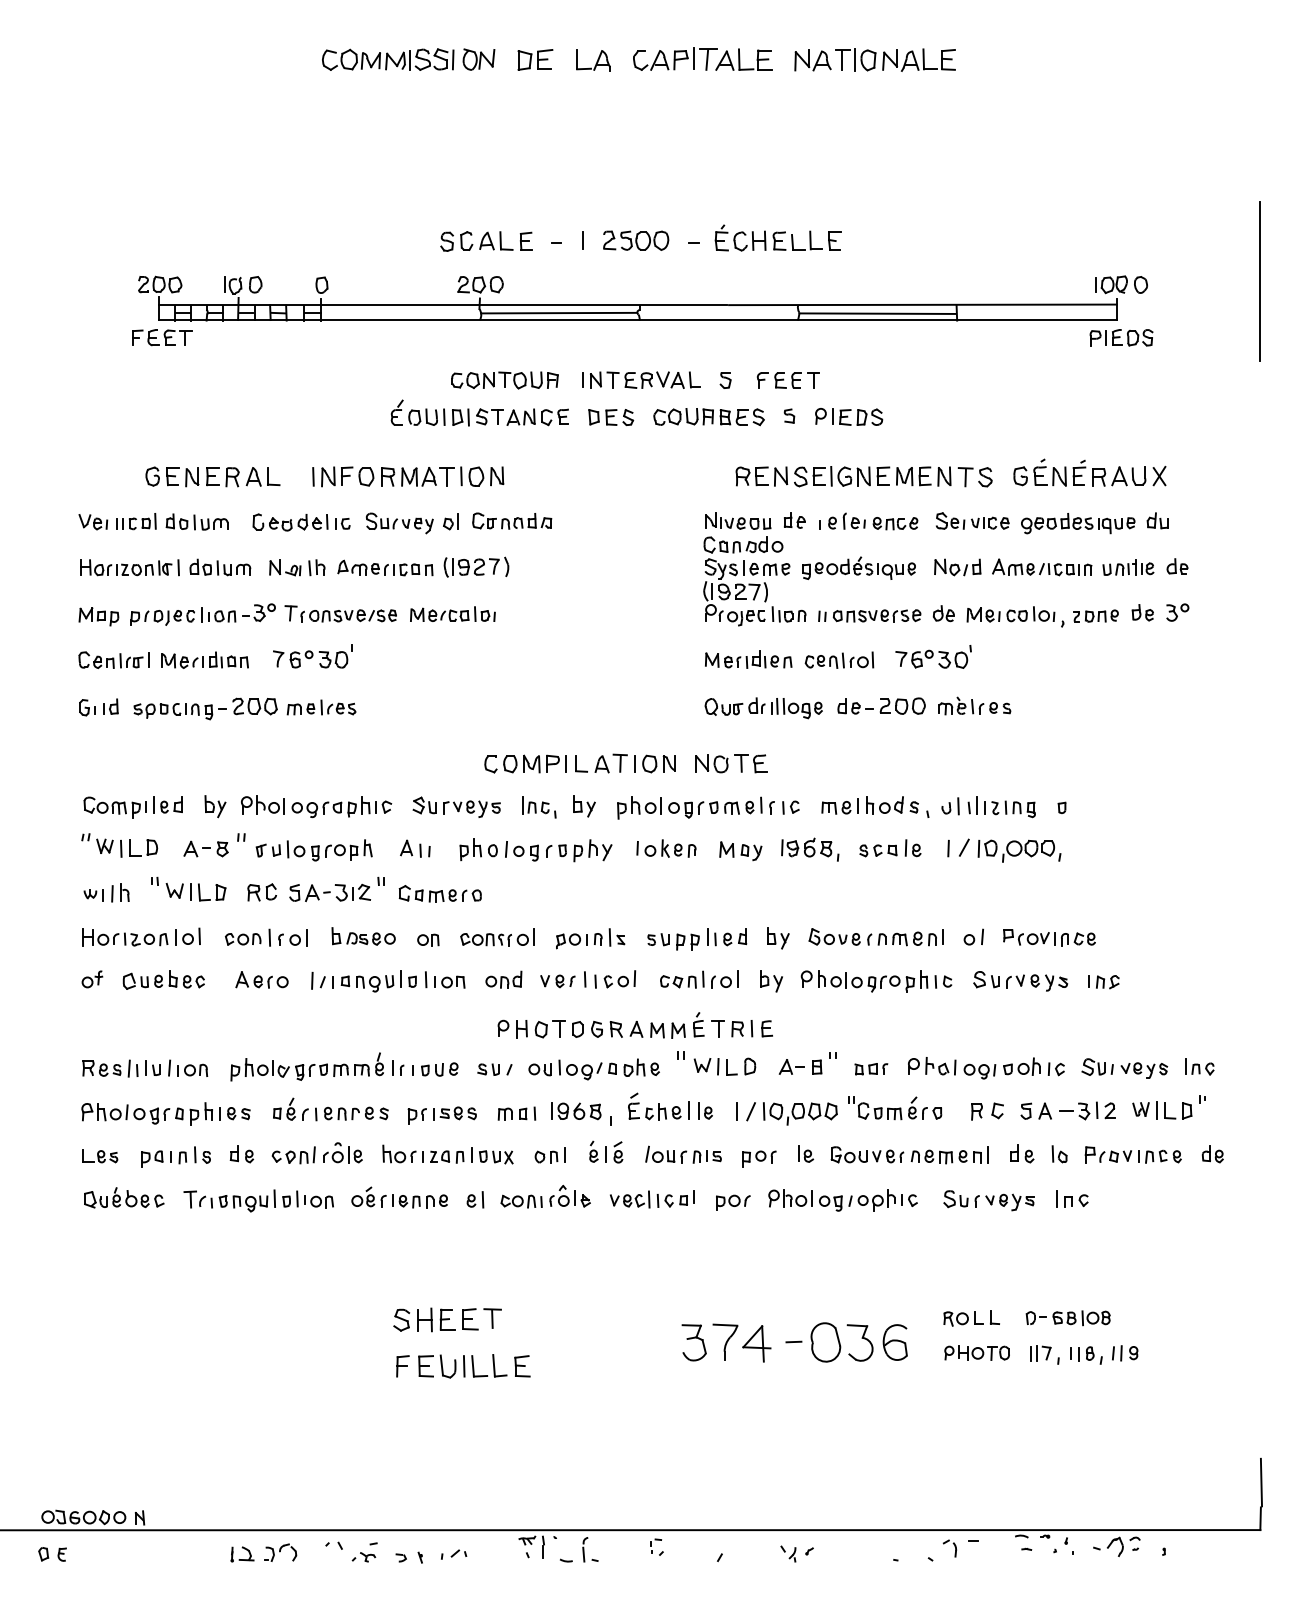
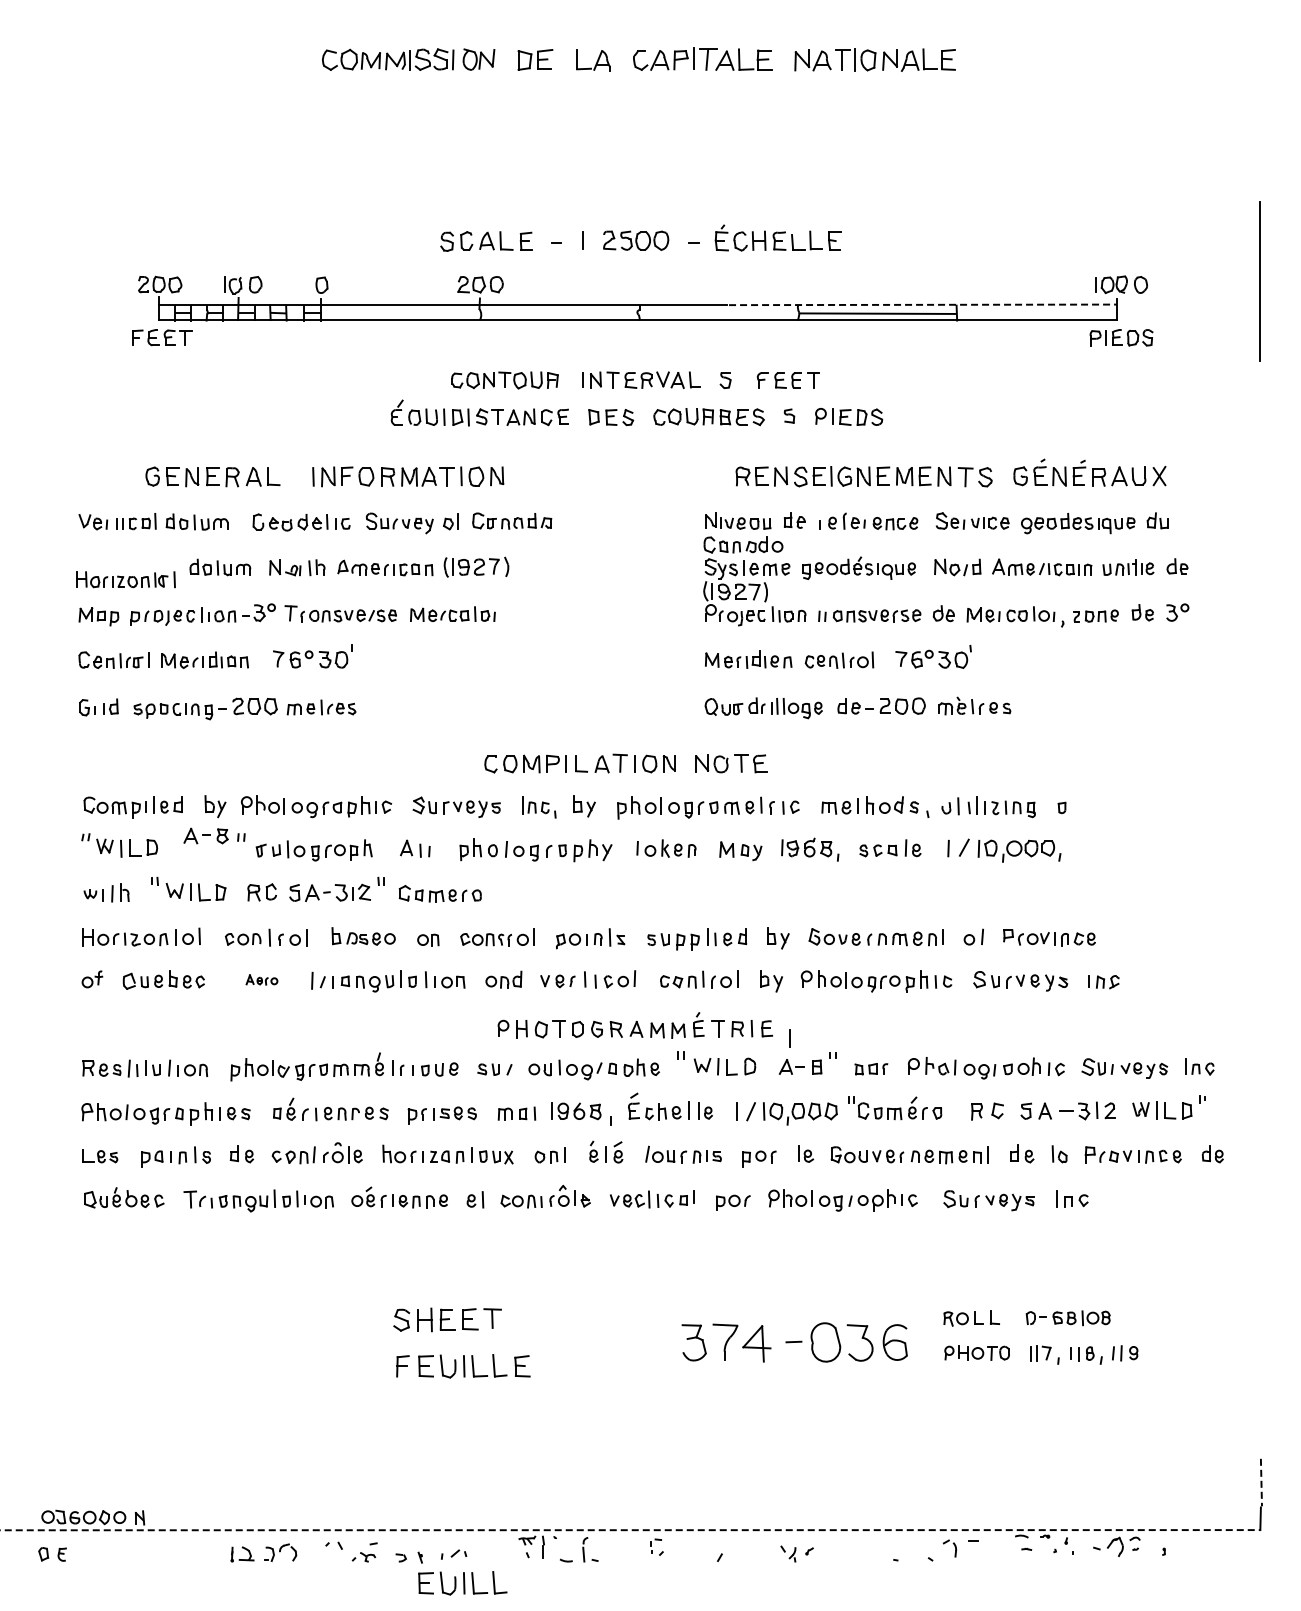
line at (922, 304): solid -> dashed
line at (558, 312): present -> none
part at (129, 567) position: (129, 567) -> (125, 579)
part at (205, 848) position: (205, 848) -> (205, 835)
part at (261, 979) size: 54x18 px -> 34x12 px
line at (789, 1038): none -> present
line at (1261, 1482): solid -> dashed
line at (630, 1530): solid -> dashed
part at (462, 1583): none -> present
